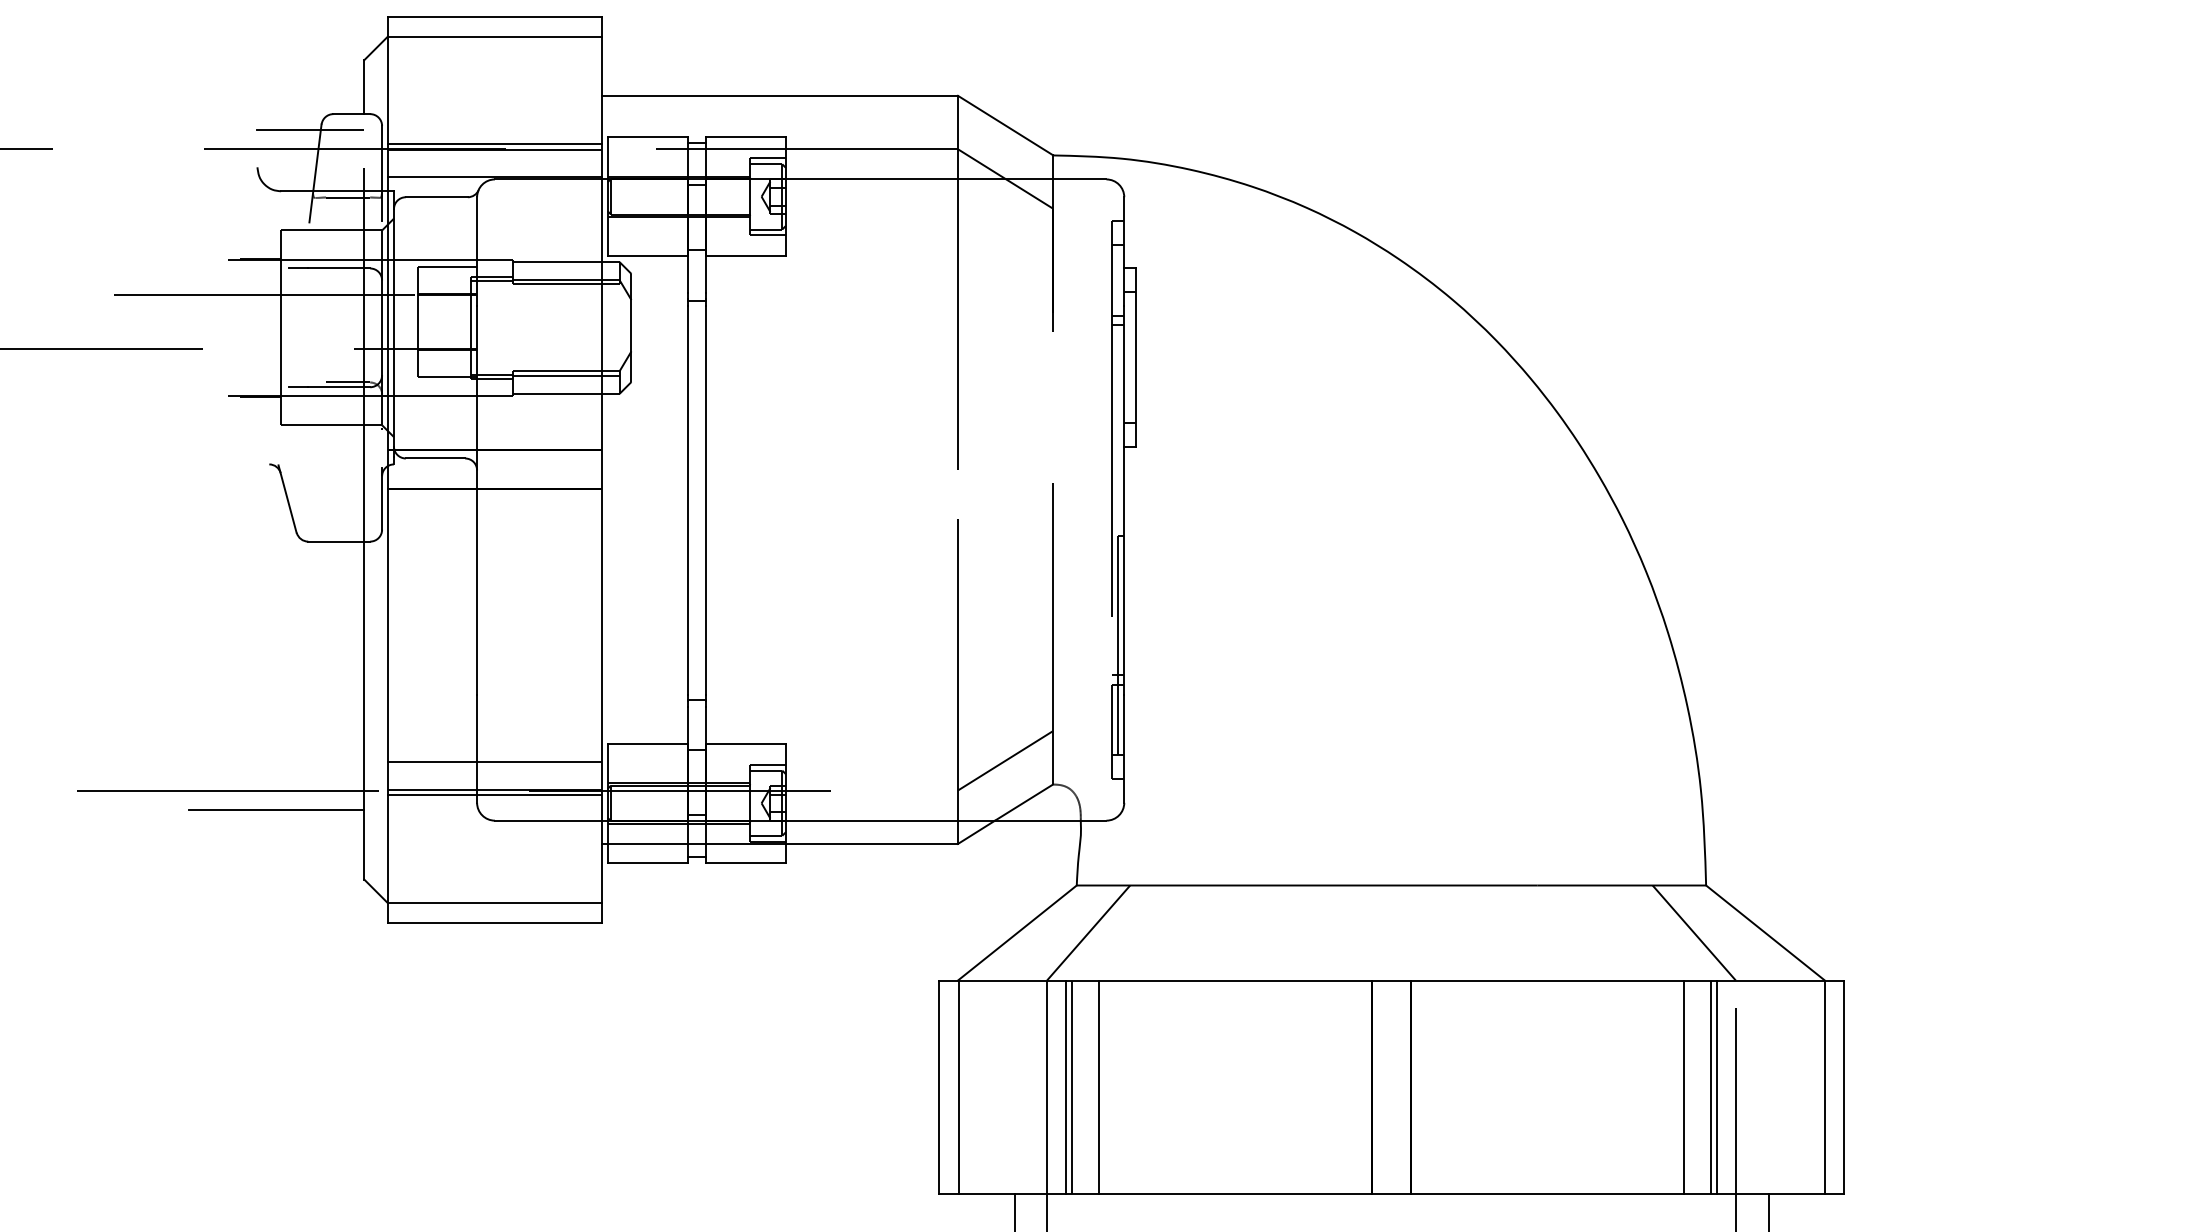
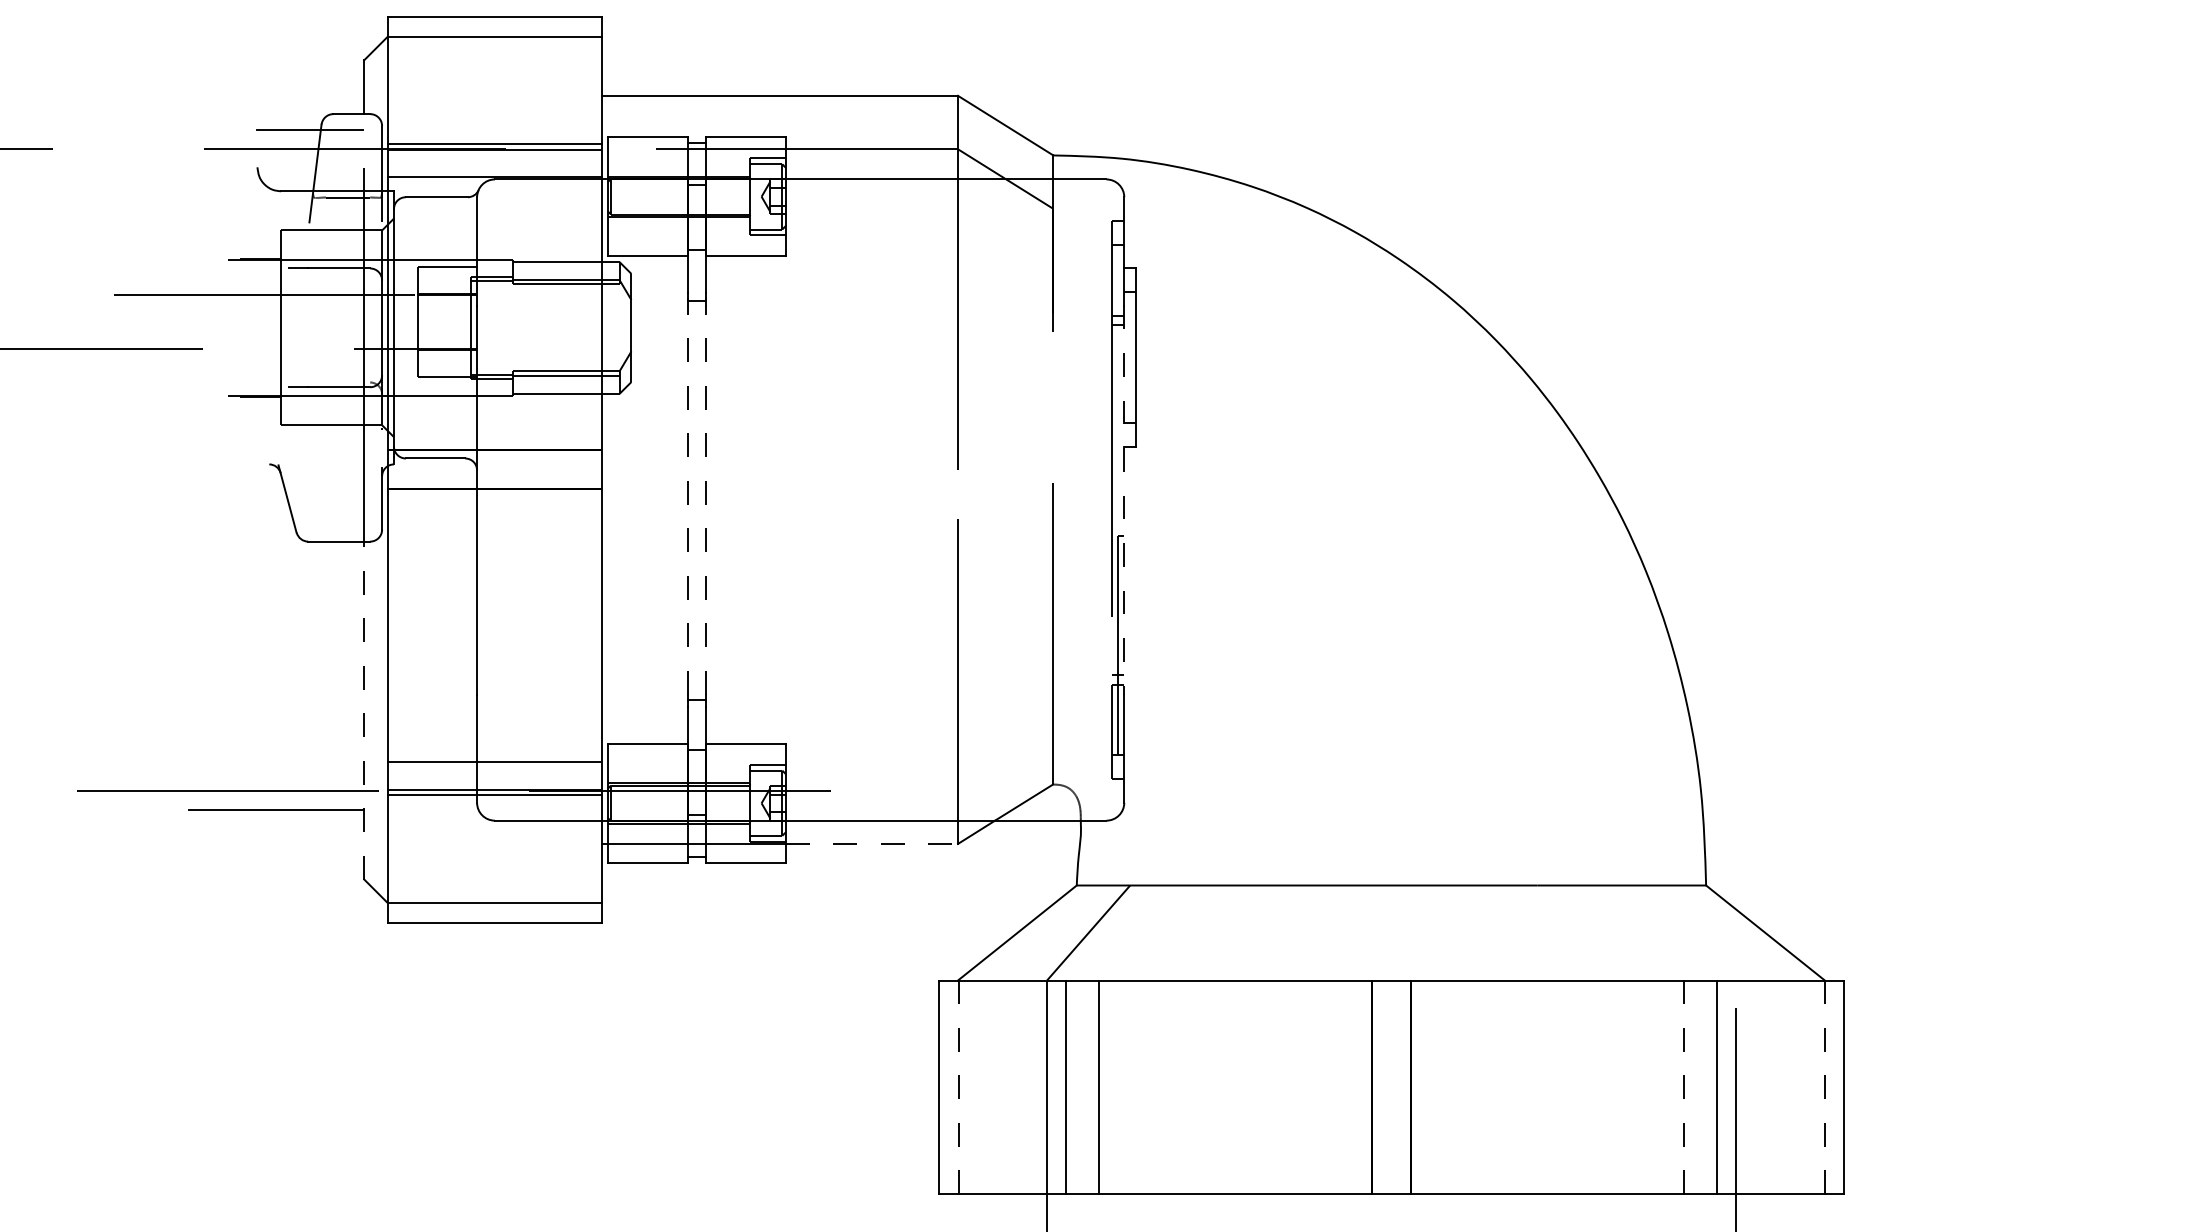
line at (348, 382): present -> none
line at (687, 500): solid -> dashed
line at (705, 500): solid -> dashed
line at (1124, 500): solid -> dashed
line at (364, 710): solid -> dashed
line at (1005, 760): present -> none
line at (872, 843): solid -> dashed
line at (1693, 932): present -> none
line at (958, 1087): solid -> dashed
line at (1071, 1087): present -> none
line at (1684, 1087): solid -> dashed
line at (1711, 1087): present -> none
line at (1824, 1087): solid -> dashed
line at (1014, 1211): present -> none
line at (1768, 1211): present -> none
